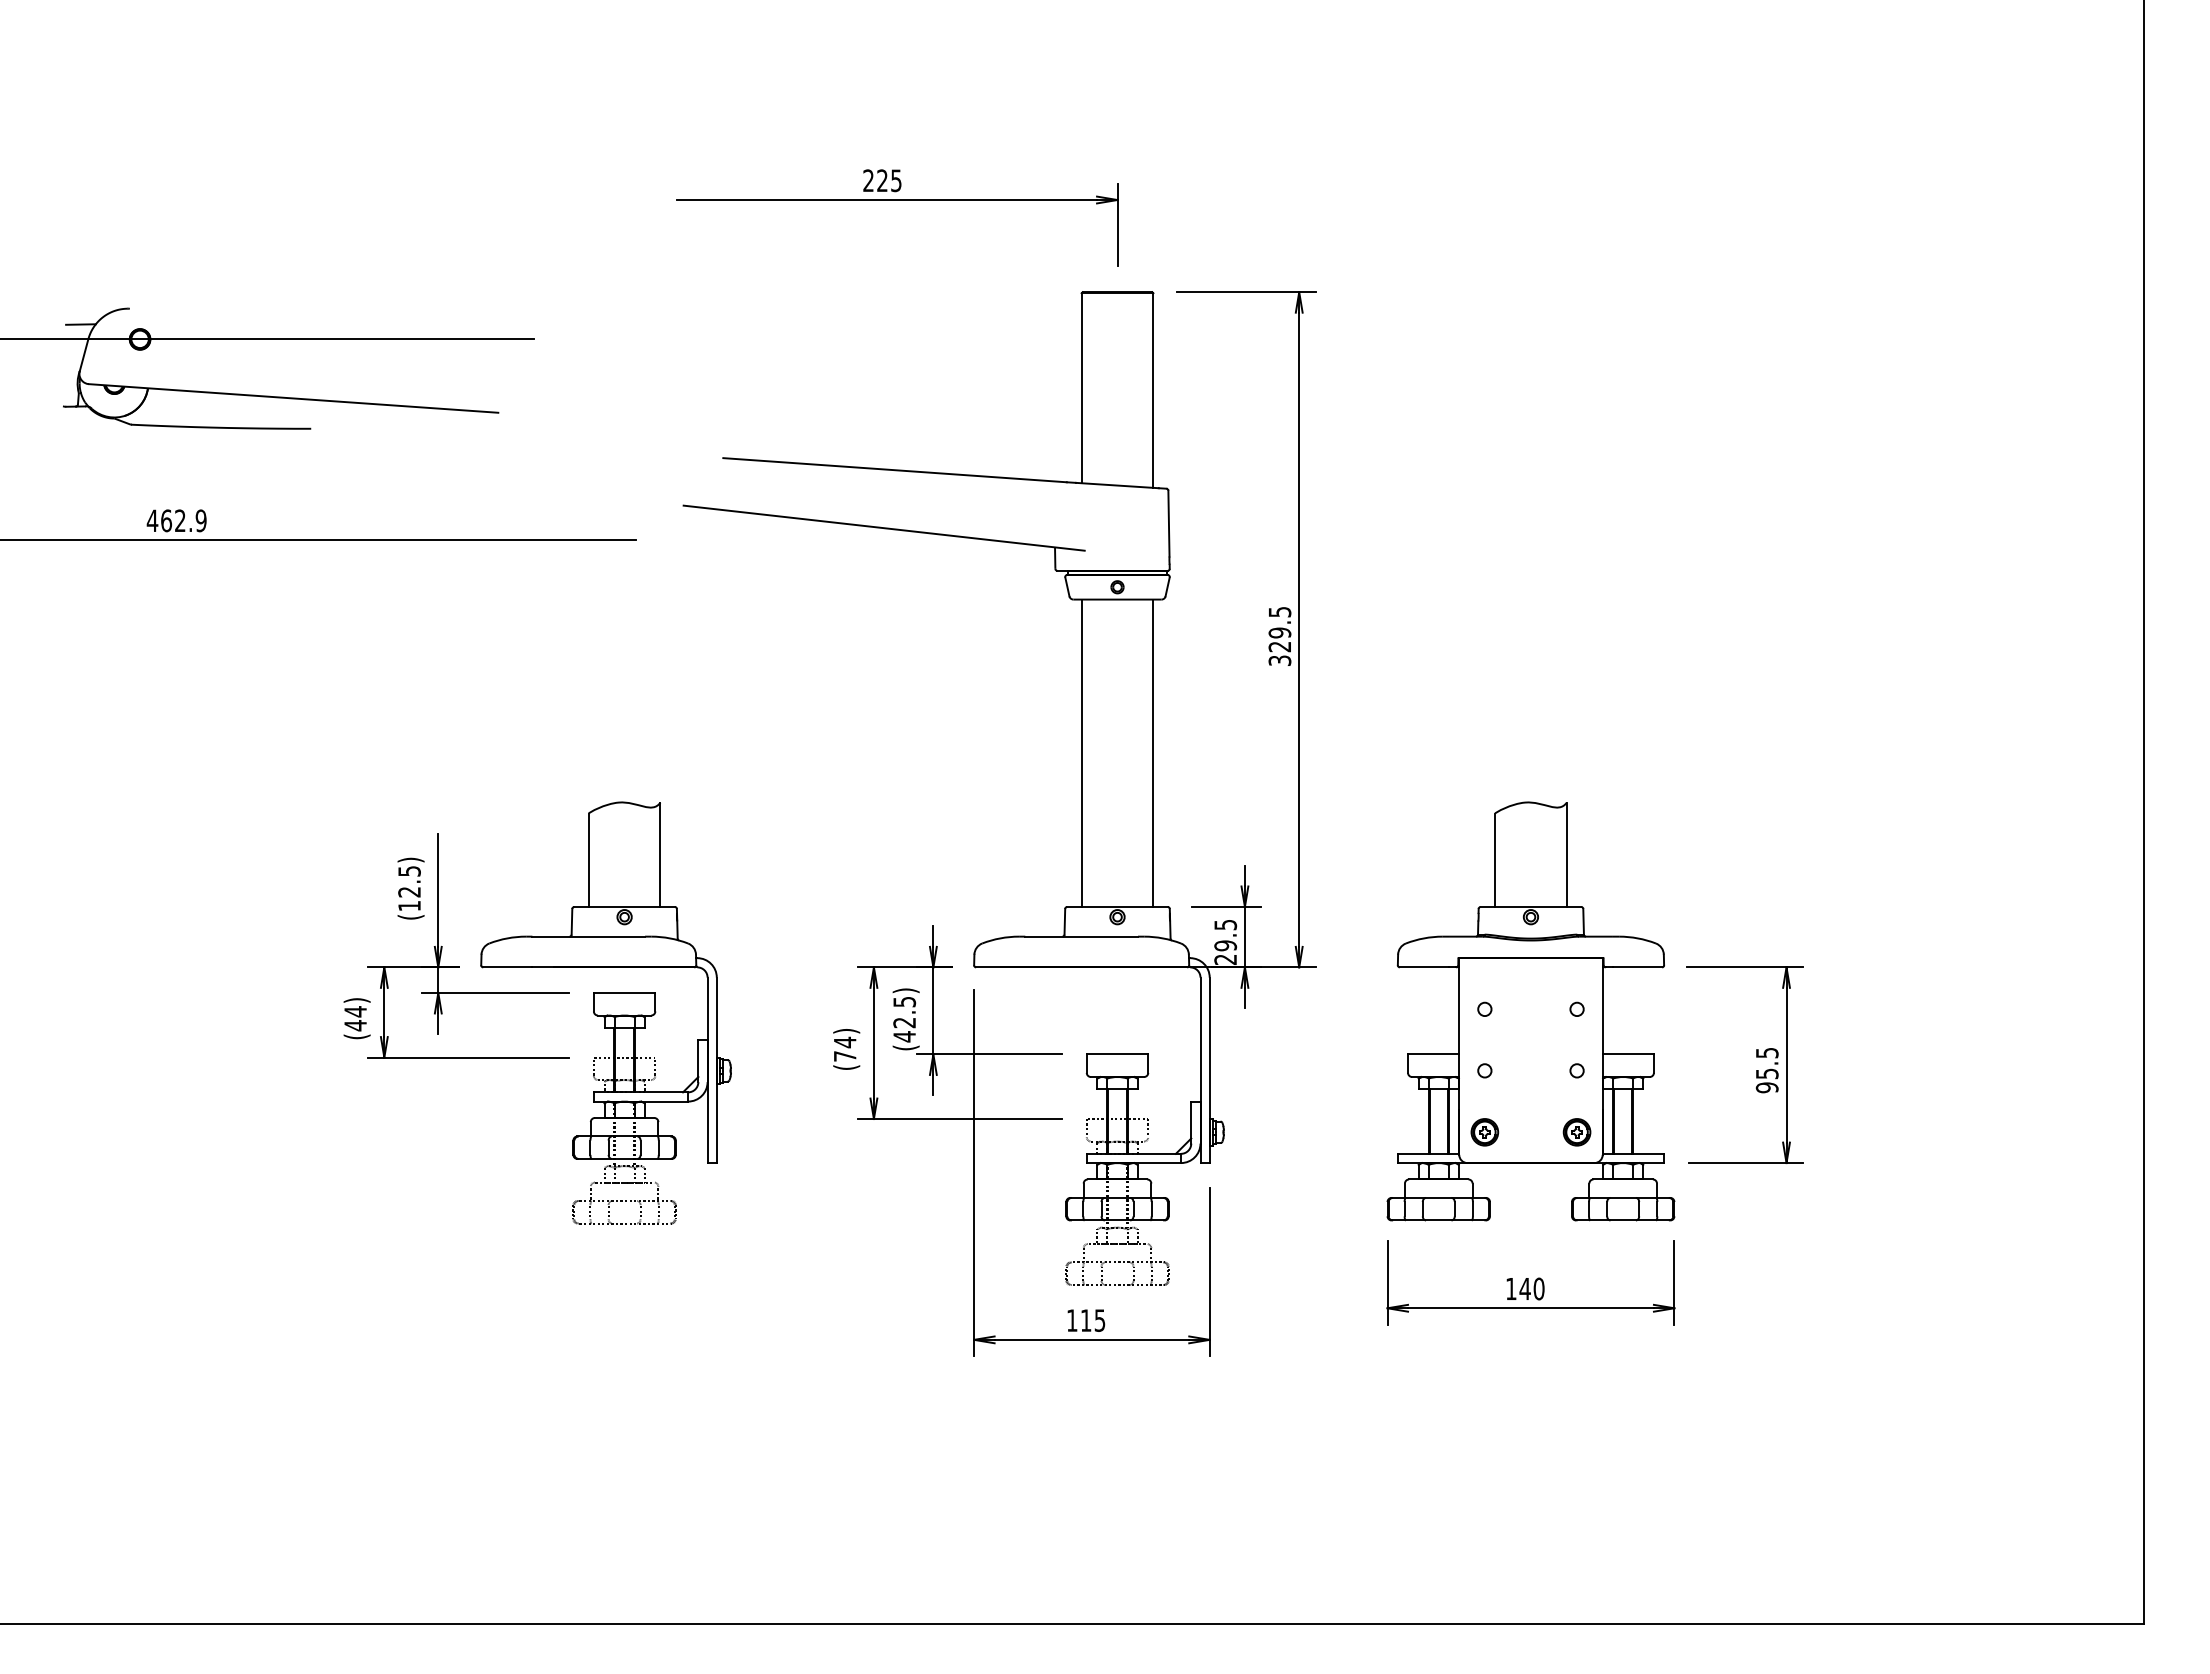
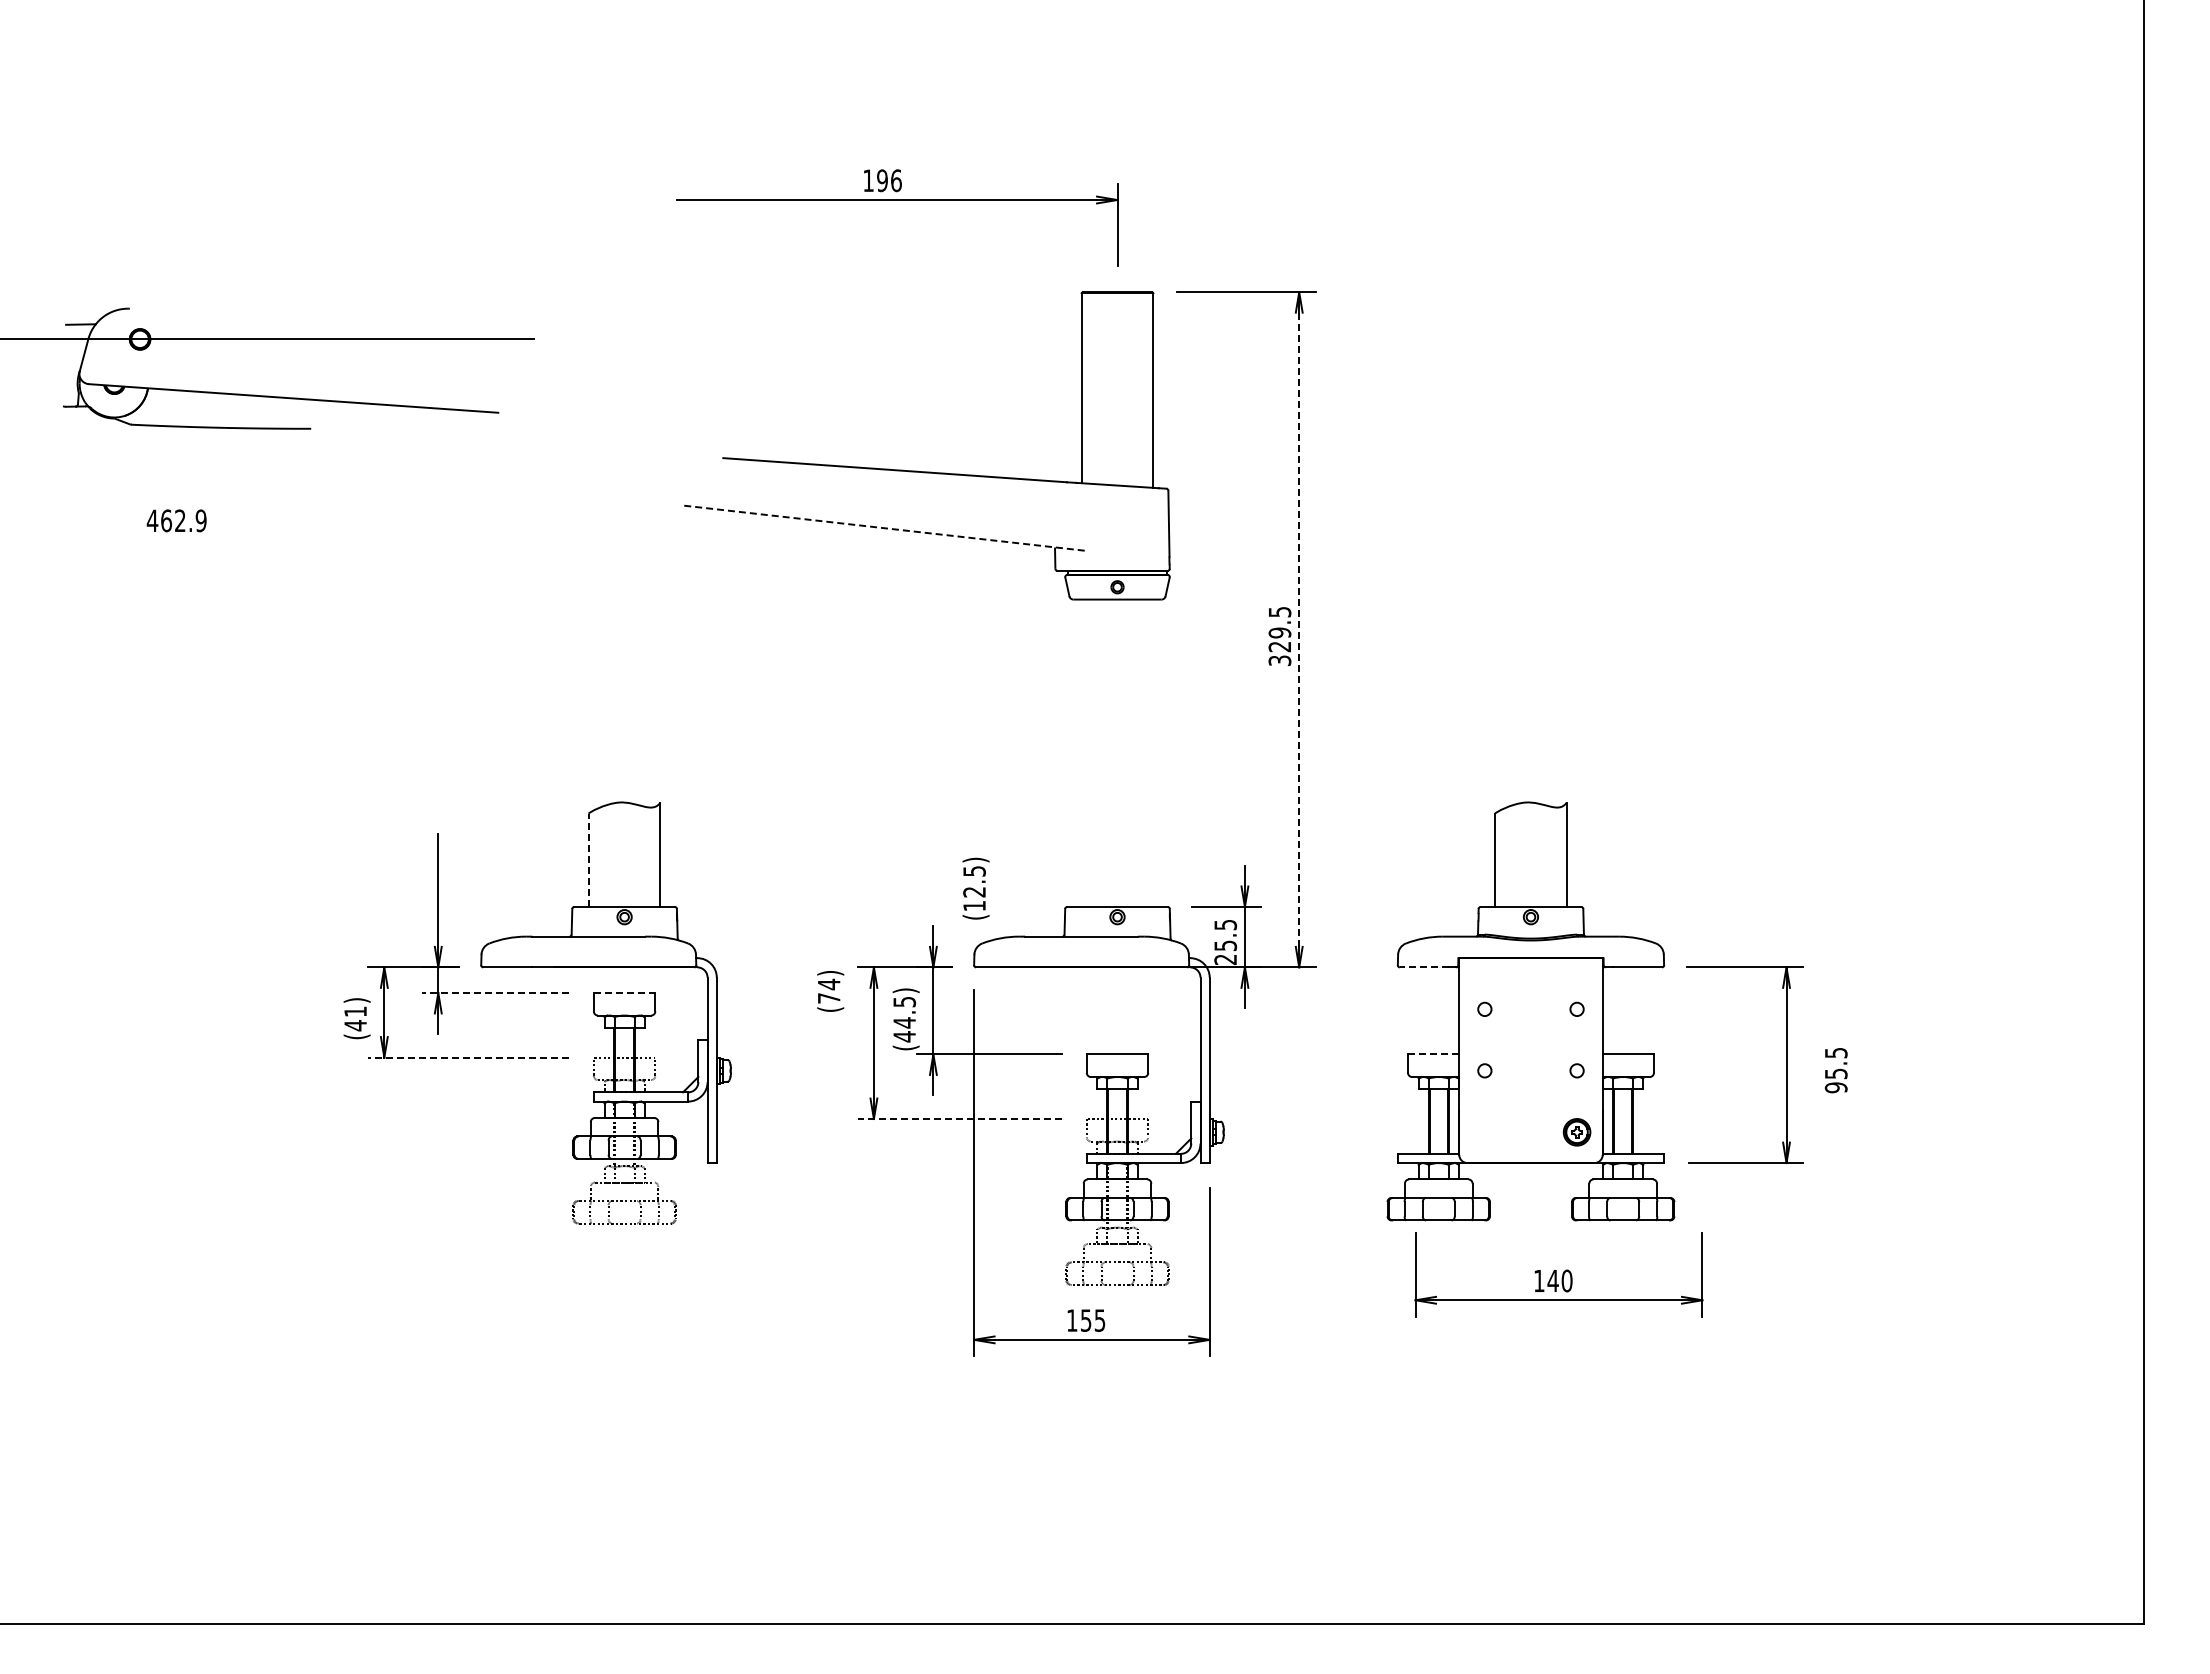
text at (882, 180): 225 -> 196
line at (884, 528): solid -> dashed
line at (318, 540): present -> none
line at (1299, 630): solid -> dashed
line at (1081, 752): present -> none
line at (1153, 752): present -> none
line at (588, 860): solid -> dashed
text at (410, 888) position: (410, 888) -> (975, 888)
text at (1225, 945): 29.5 -> 25.5
line at (1424, 967): solid -> dashed
line at (495, 993): solid -> dashed
line at (624, 993): solid -> dashed
text at (355, 1011): (44) -> (41)
text at (904, 1022): (42.5) -> (44.5)
text at (846, 1049) position: (846, 1049) -> (830, 991)
line at (1433, 1054): solid -> dashed
line at (468, 1057): solid -> dashed
text at (1766, 1070) position: (1766, 1070) -> (1835, 1070)
line at (959, 1119): solid -> dashed
part at (1484, 1132): present -> none
part at (1530, 1282) position: (1530, 1282) -> (1558, 1274)
text at (1086, 1320): 115 -> 155
